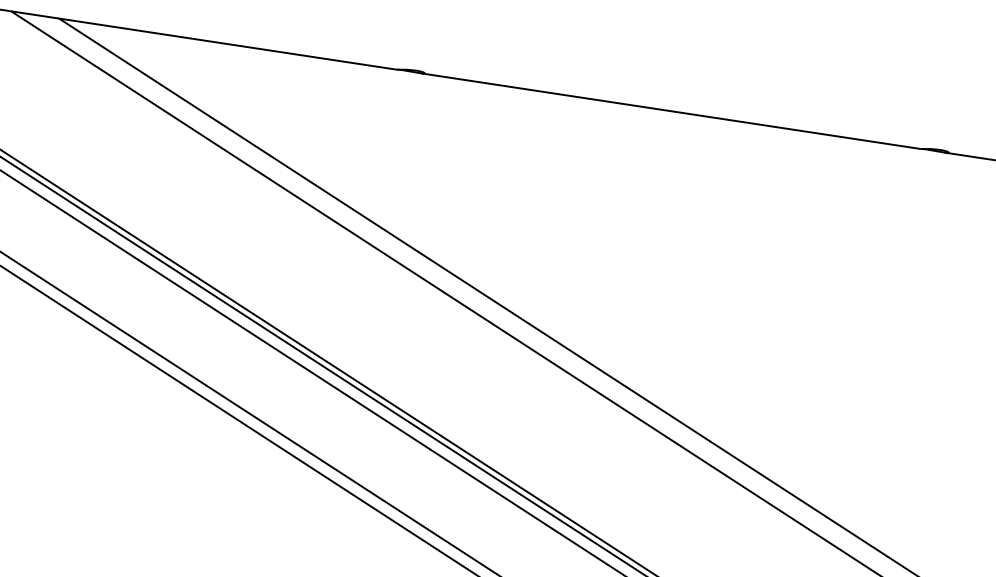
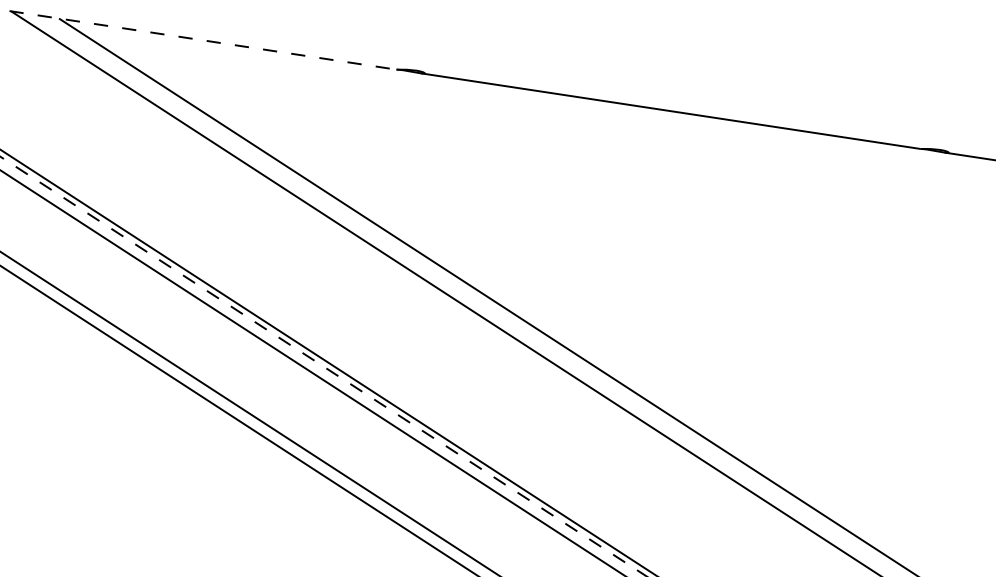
line at (199, 39): solid -> dashed
line at (324, 366): solid -> dashed
